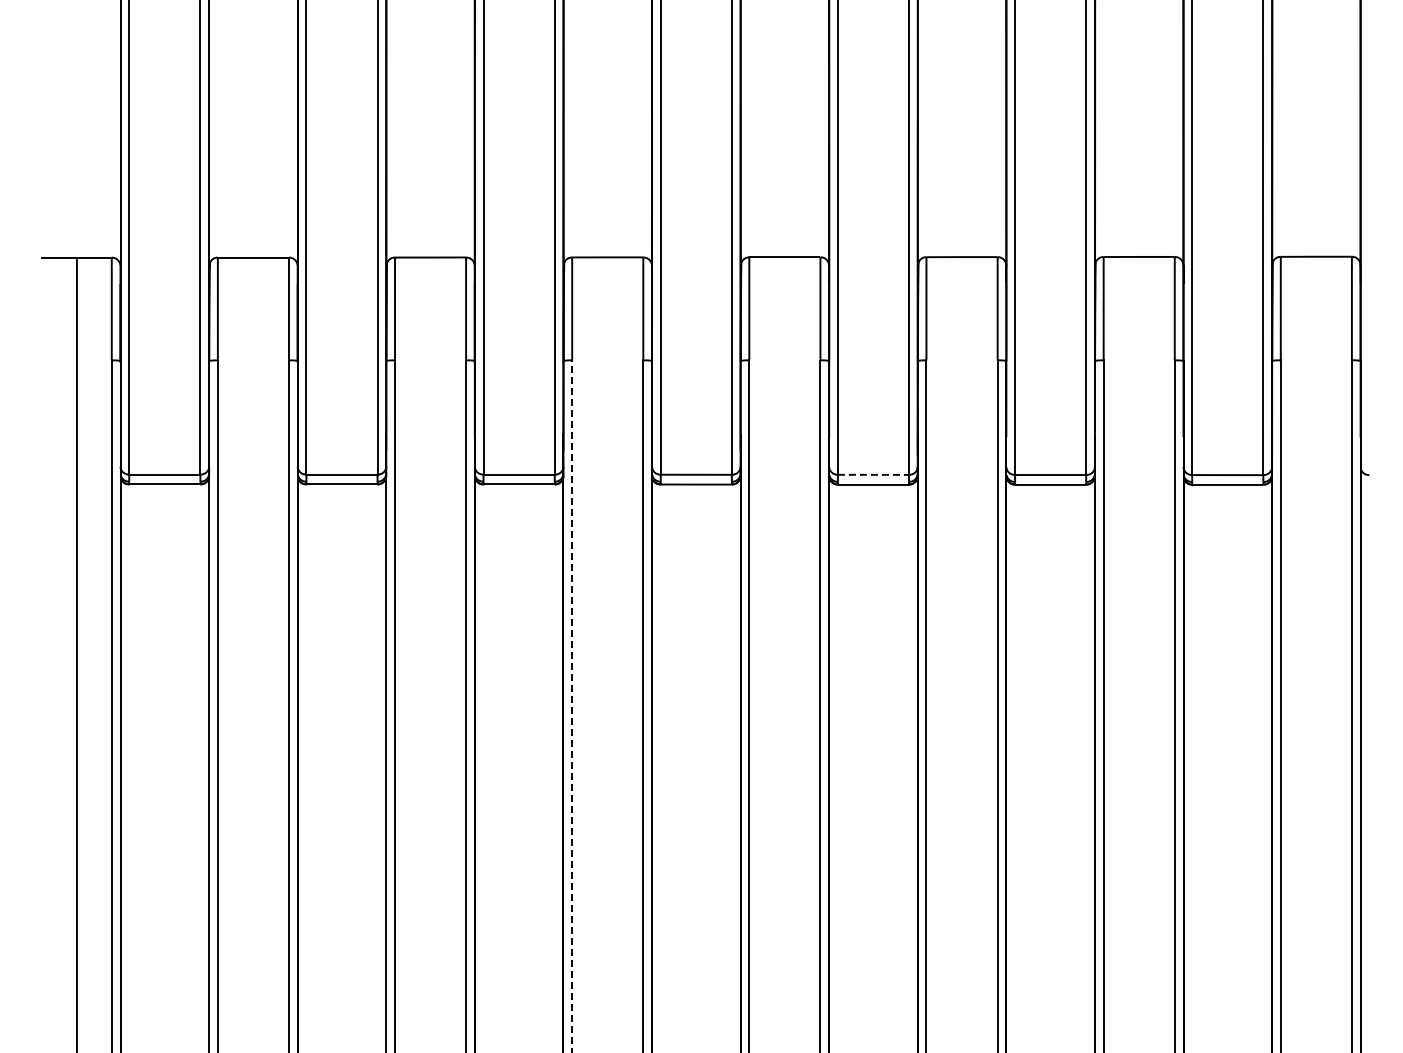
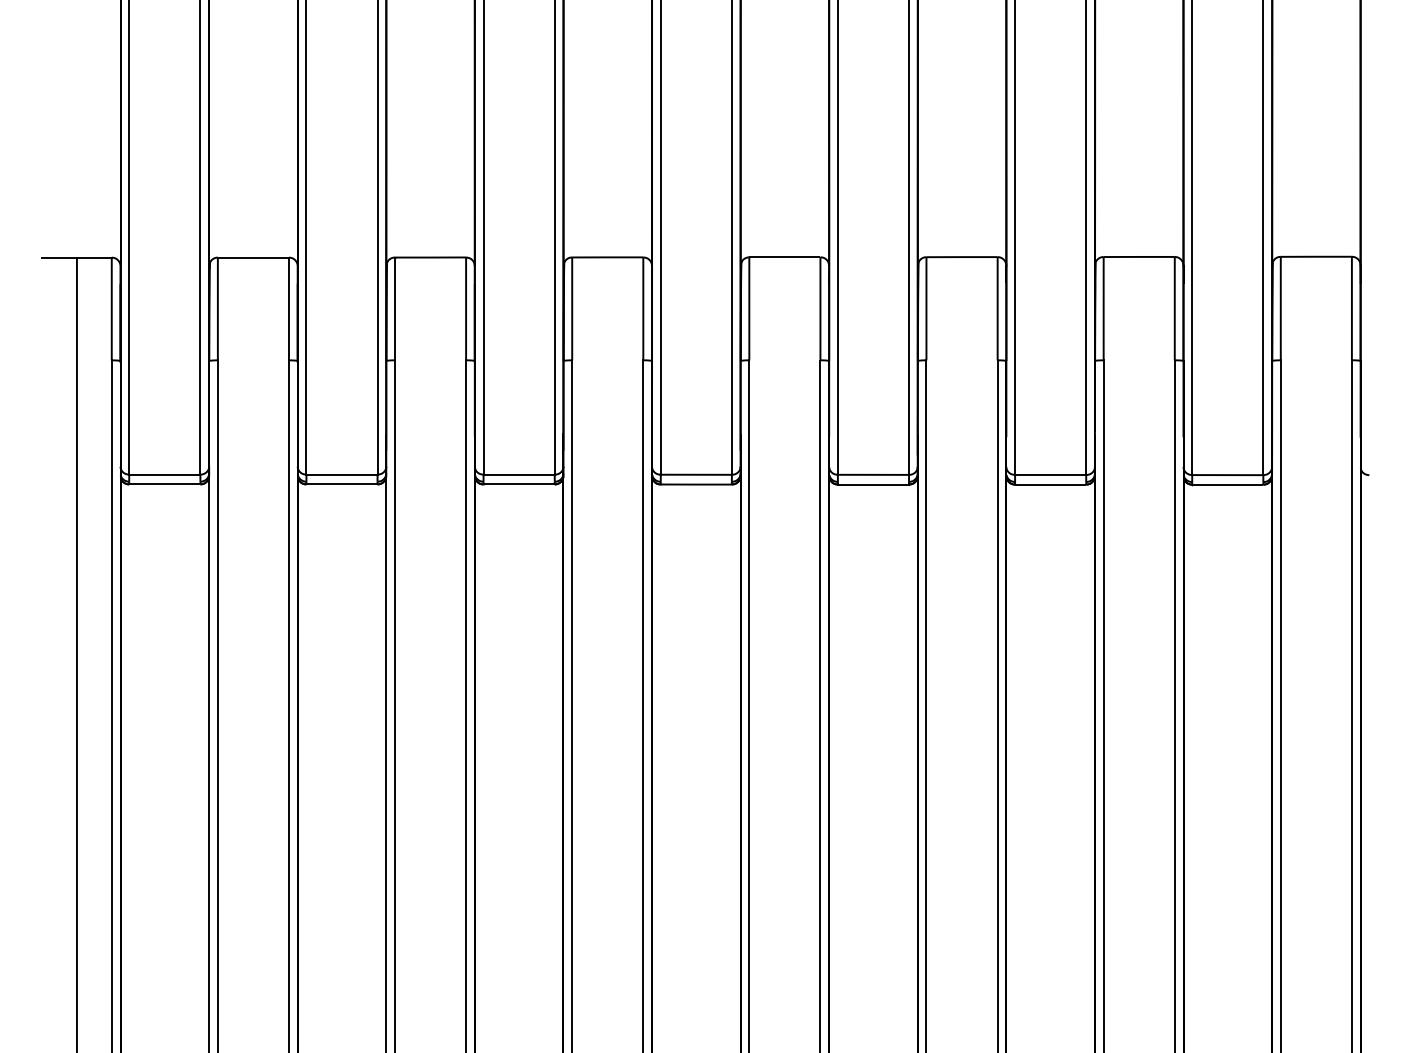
line at (873, 474): dashed -> solid
line at (572, 706): dashed -> solid
